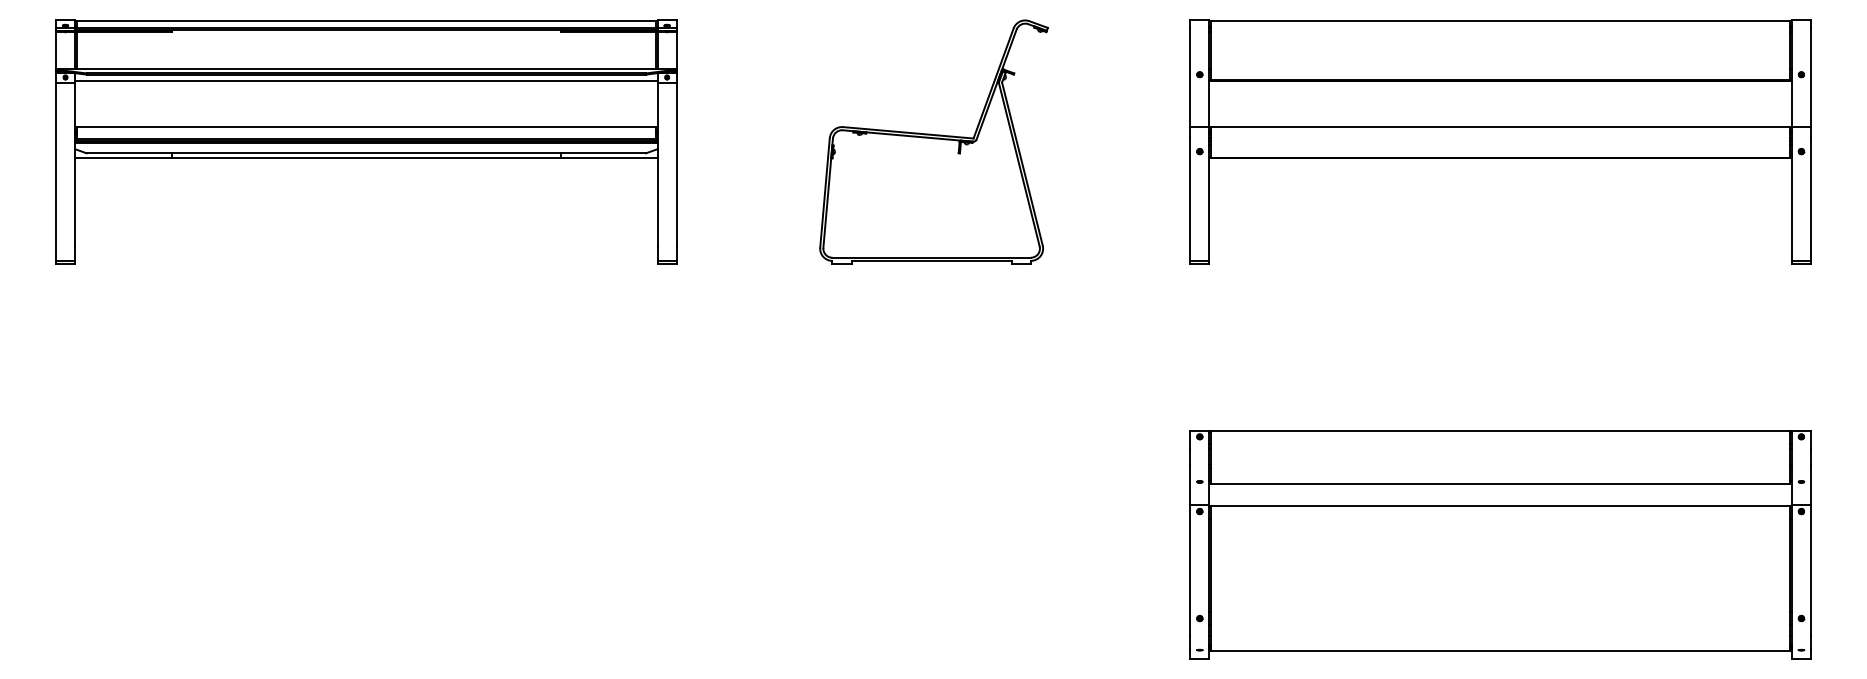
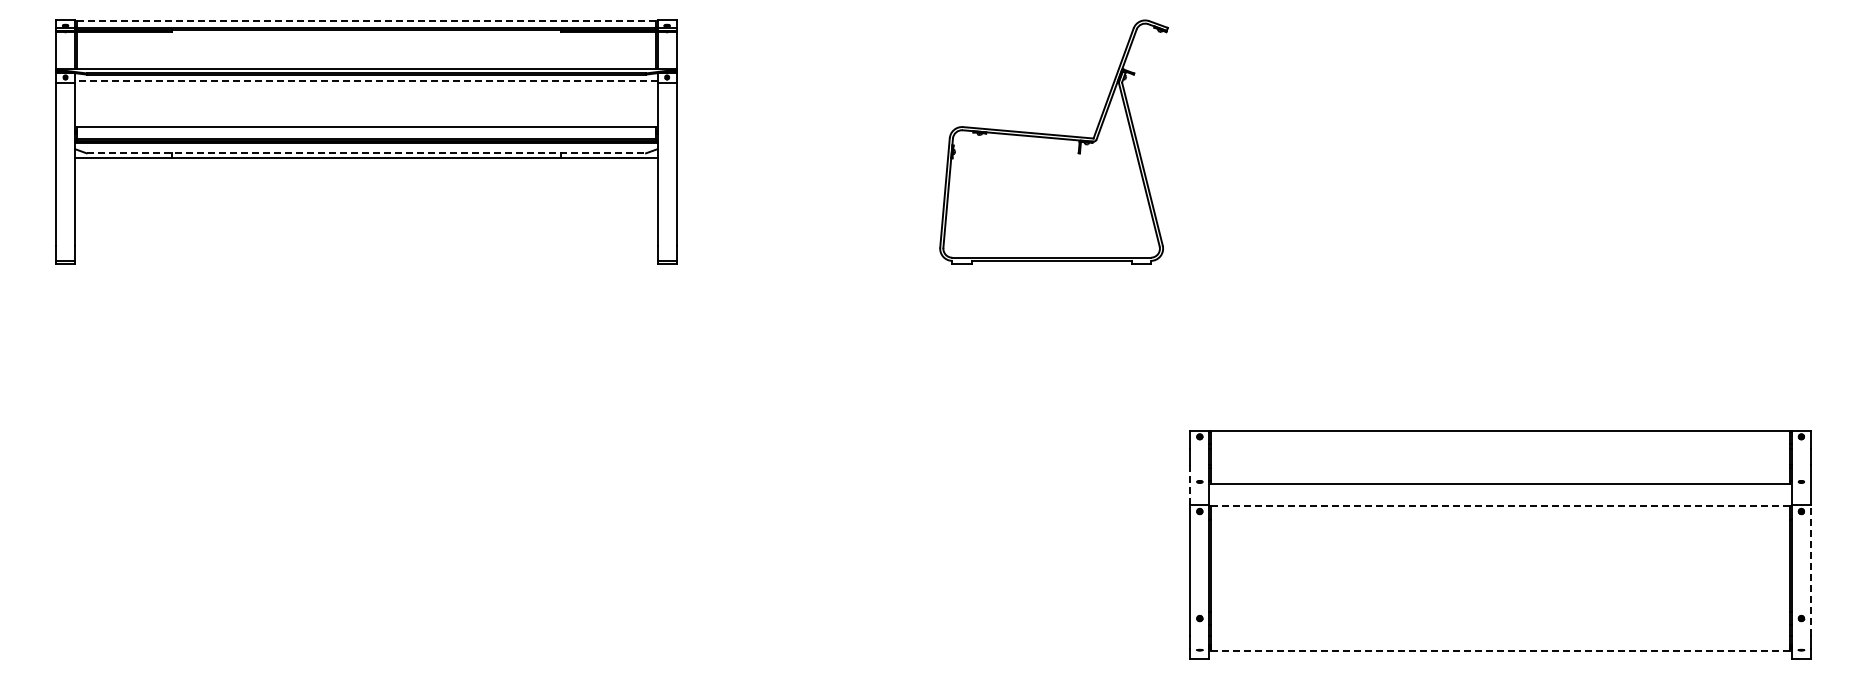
line at (366, 20): solid -> dashed
line at (365, 81): solid -> dashed
part at (933, 141) position: (933, 141) -> (1053, 141)
part at (1500, 141): present -> none
line at (366, 153): solid -> dashed
line at (1190, 484): solid -> dashed
line at (1500, 505): solid -> dashed
line at (1810, 569): solid -> dashed
line at (1500, 650): solid -> dashed
